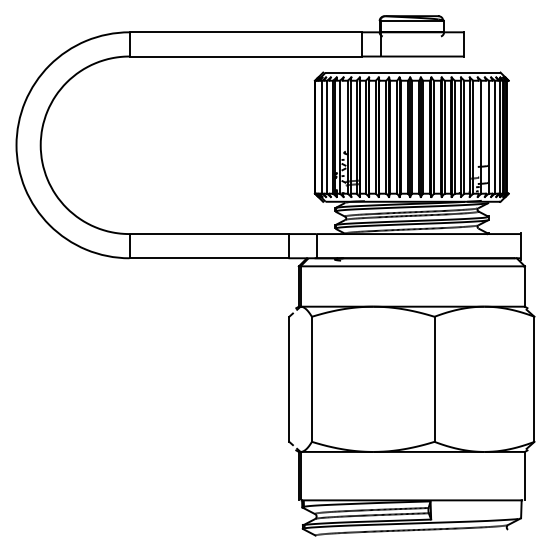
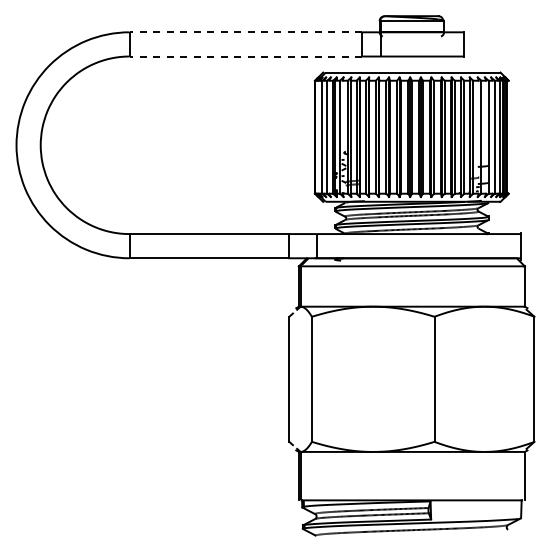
line at (245, 32): solid -> dashed
line at (245, 56): solid -> dashed
